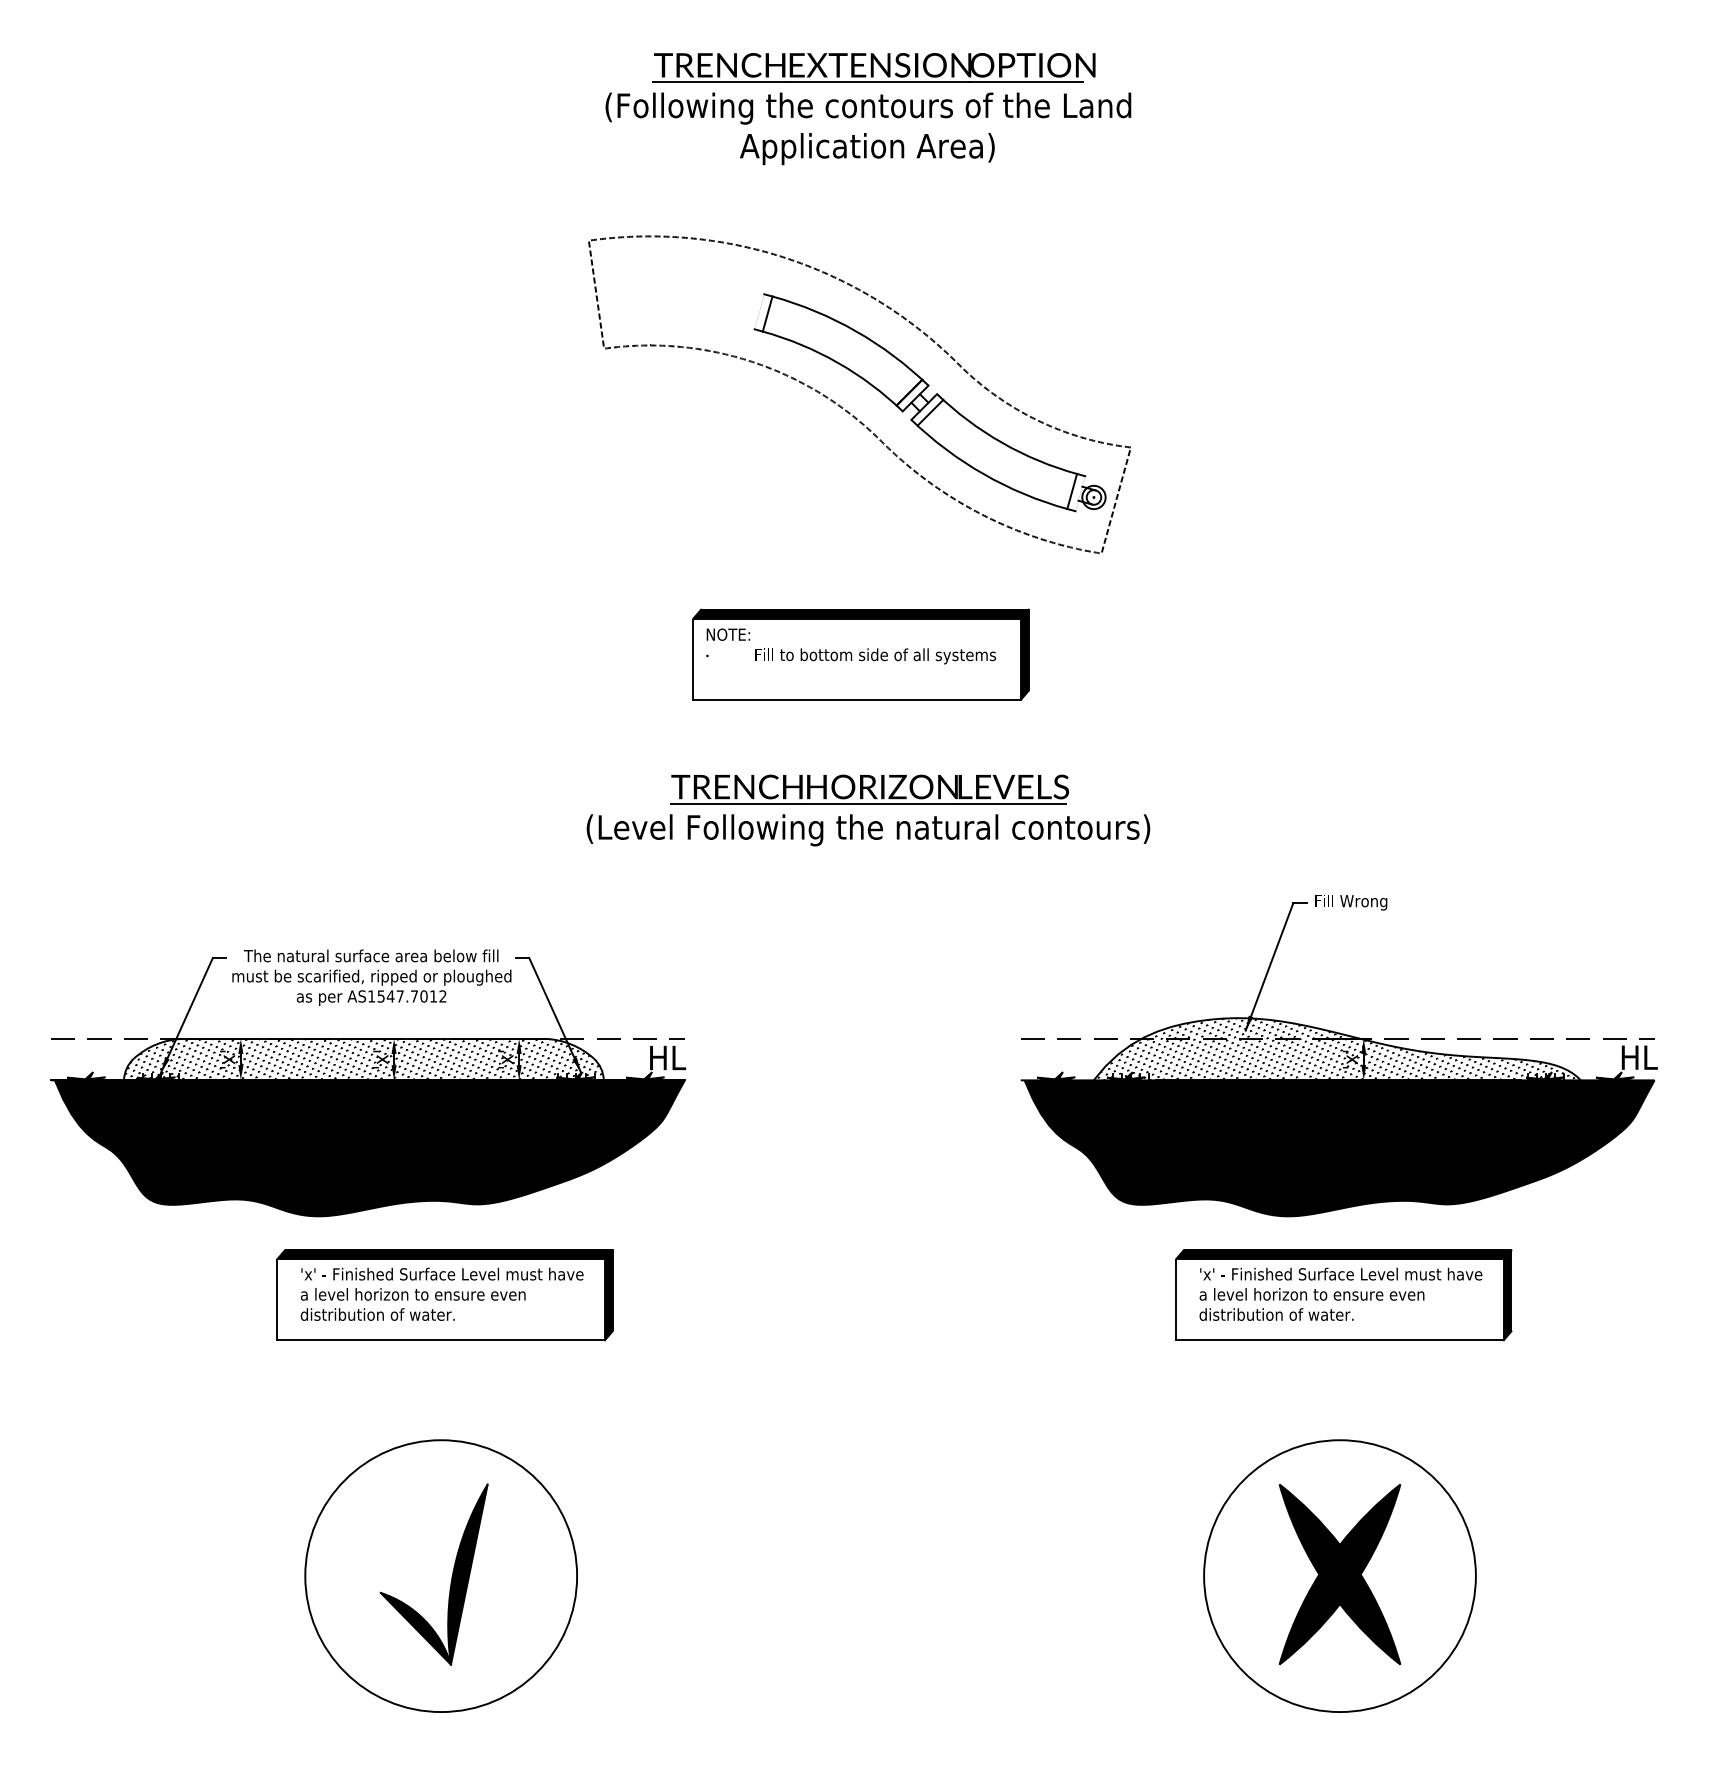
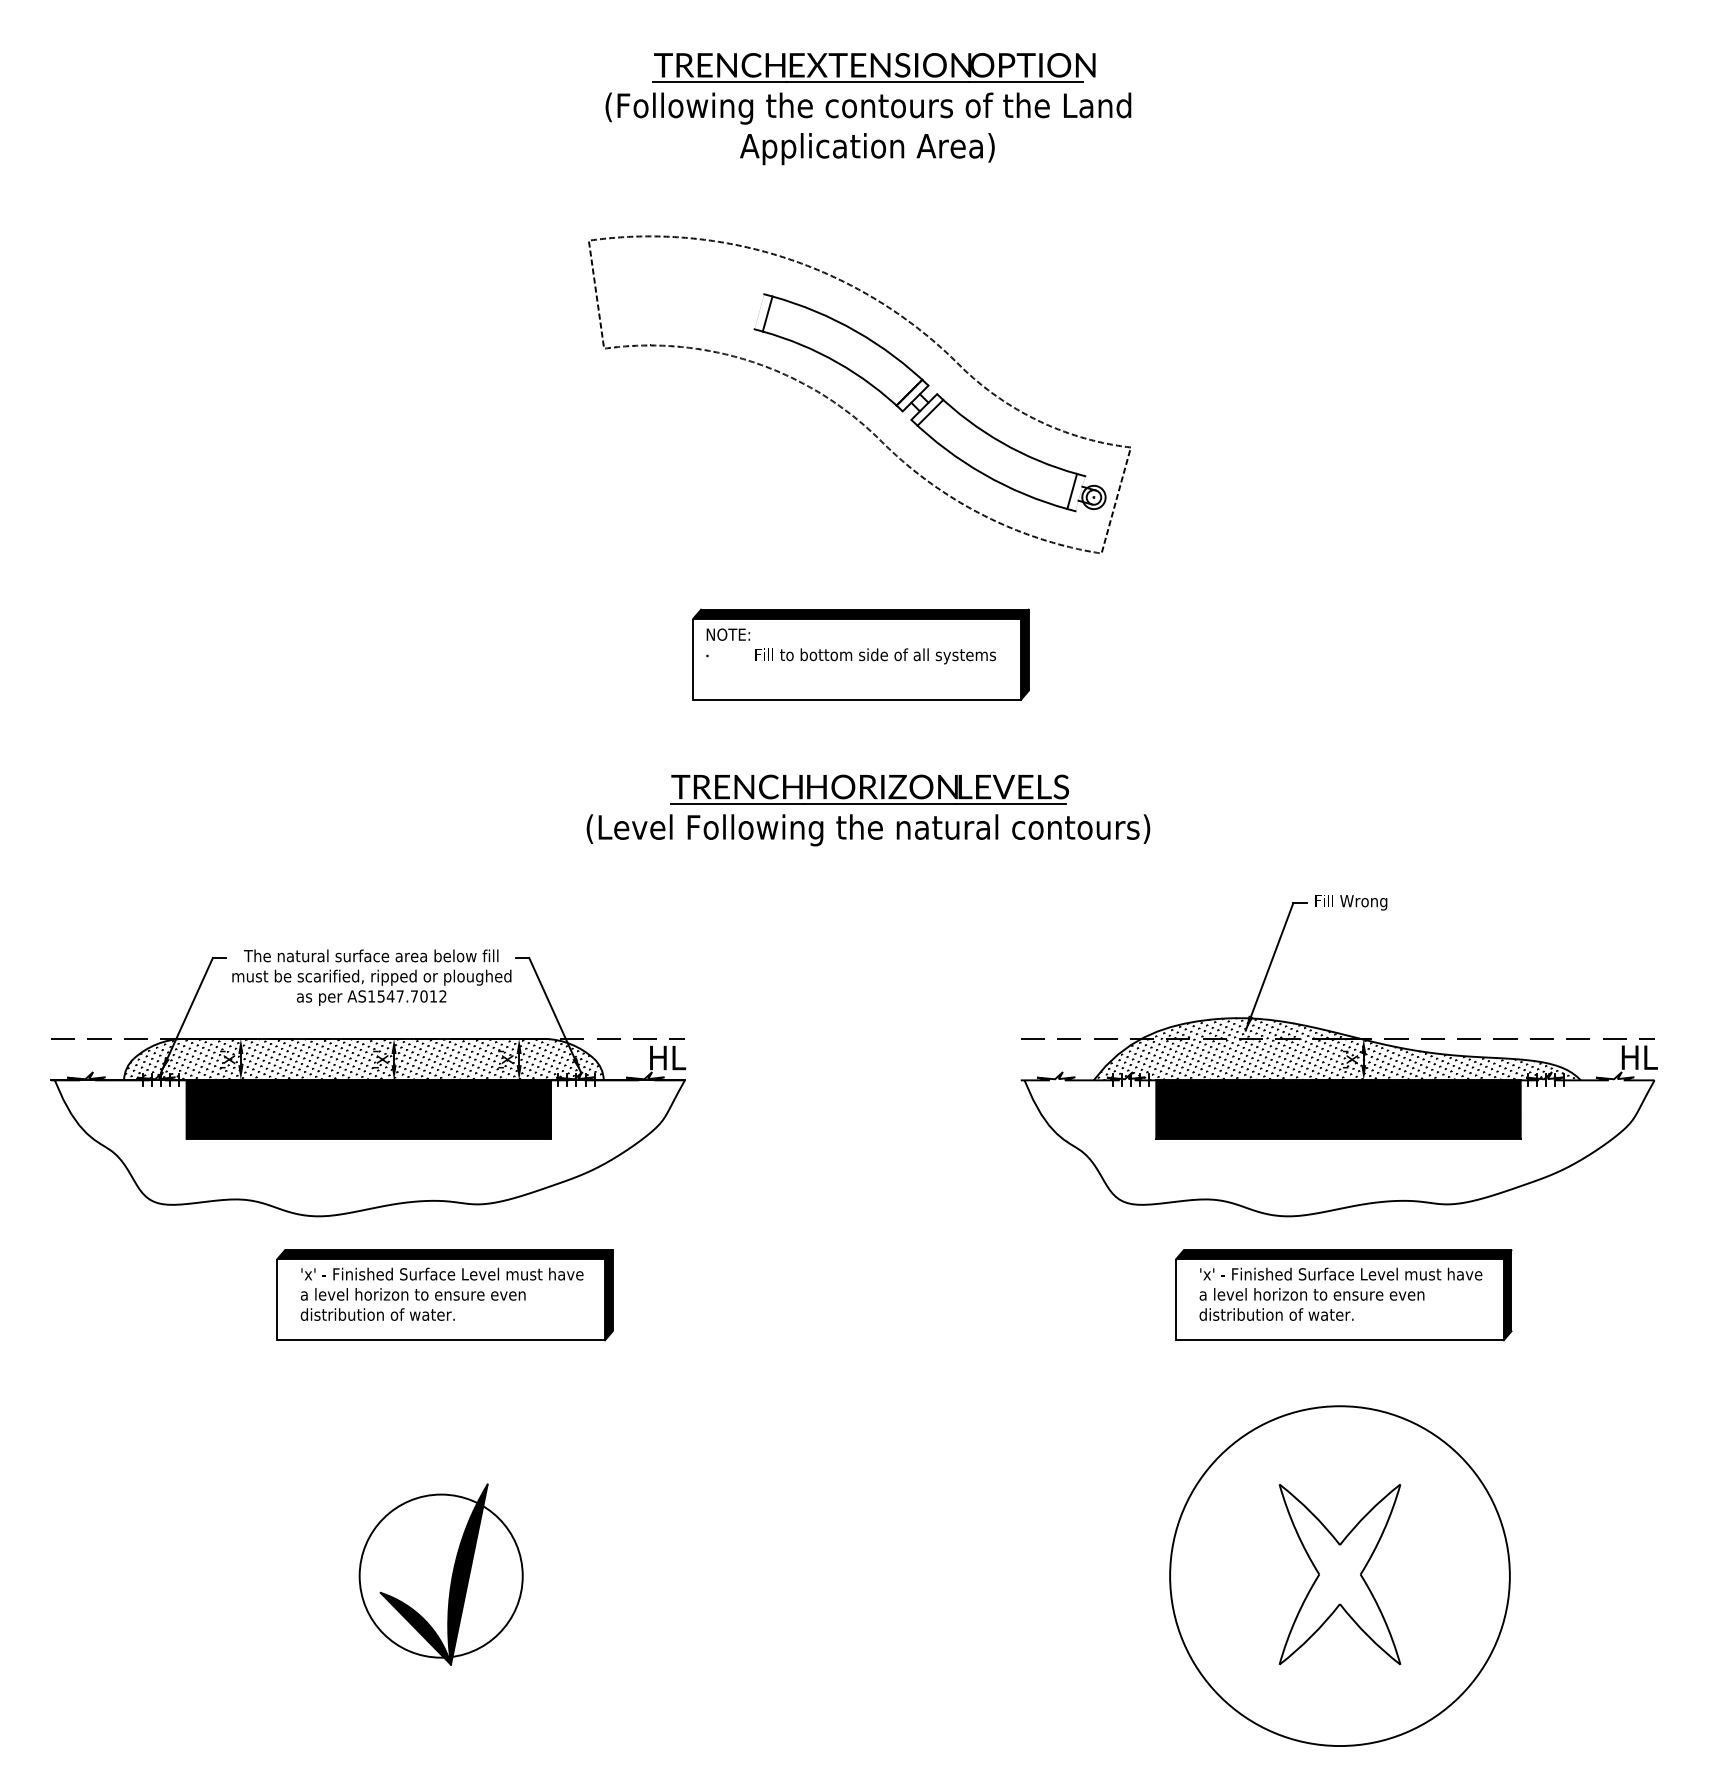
fill at (369, 1144): present -> none
fill at (1339, 1144): present -> none
fill at (1339, 1574): present -> none
circle at (441, 1576) diameter: 272 px -> 163 px
circle at (1339, 1576) diameter: 272 px -> 340 px
